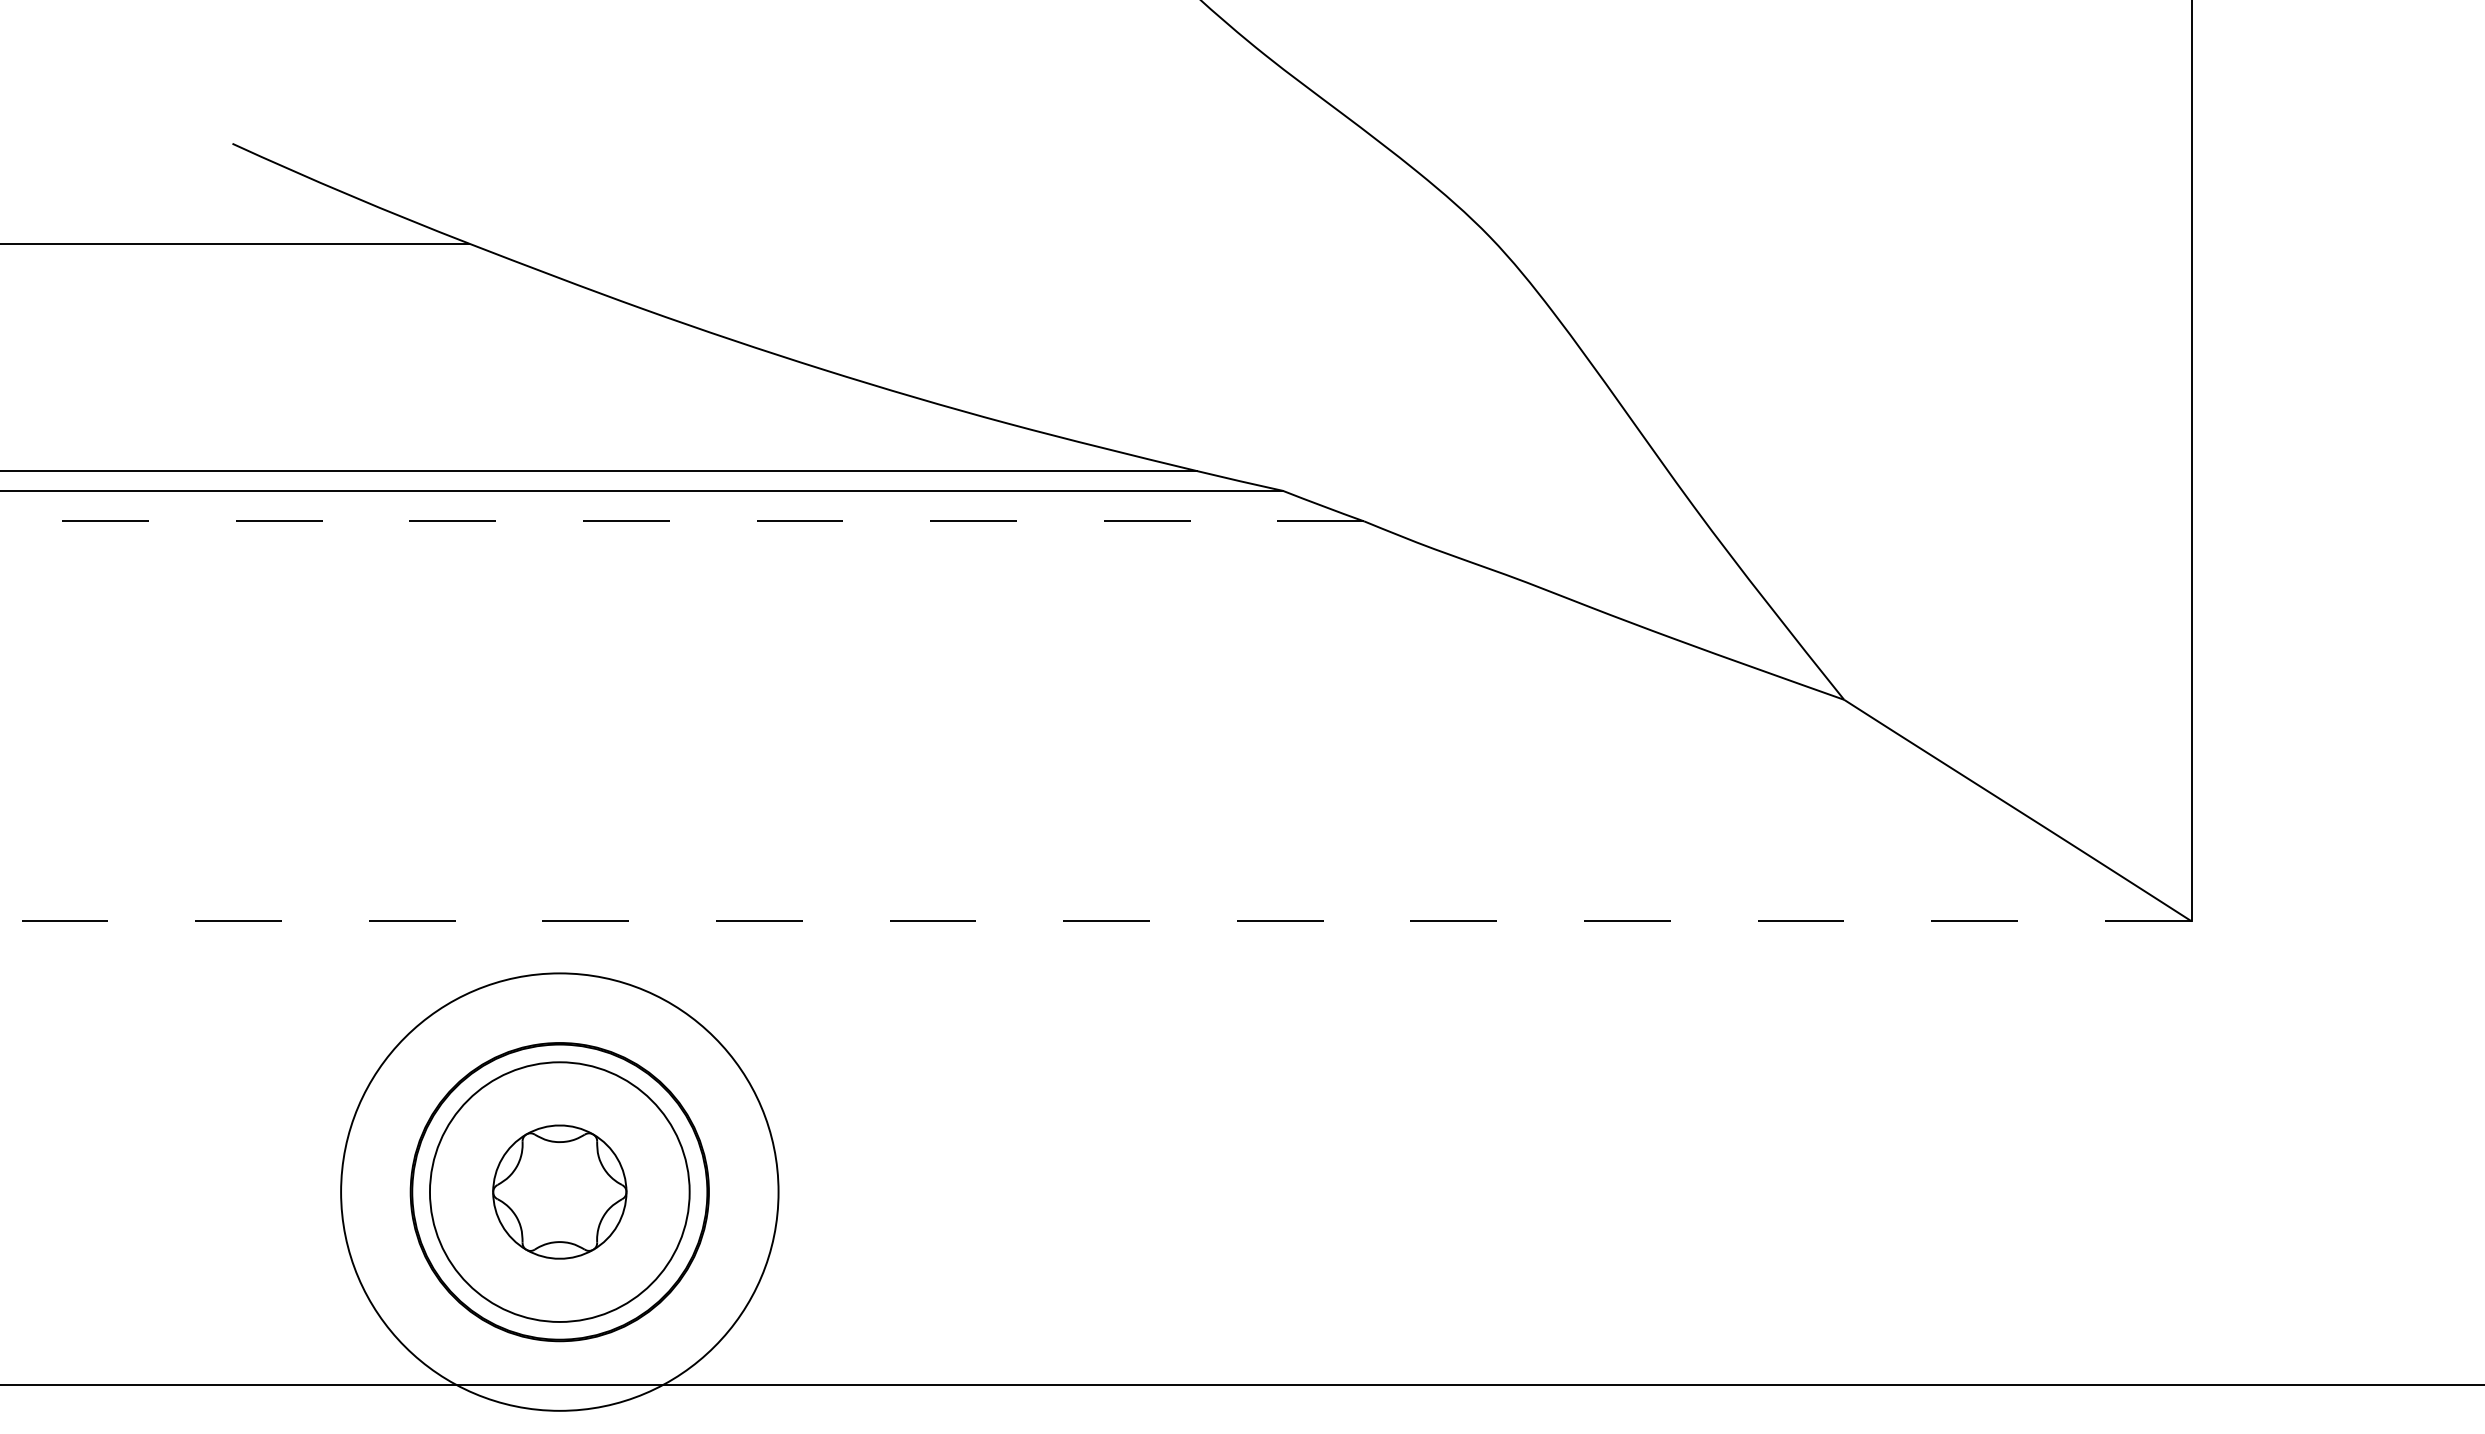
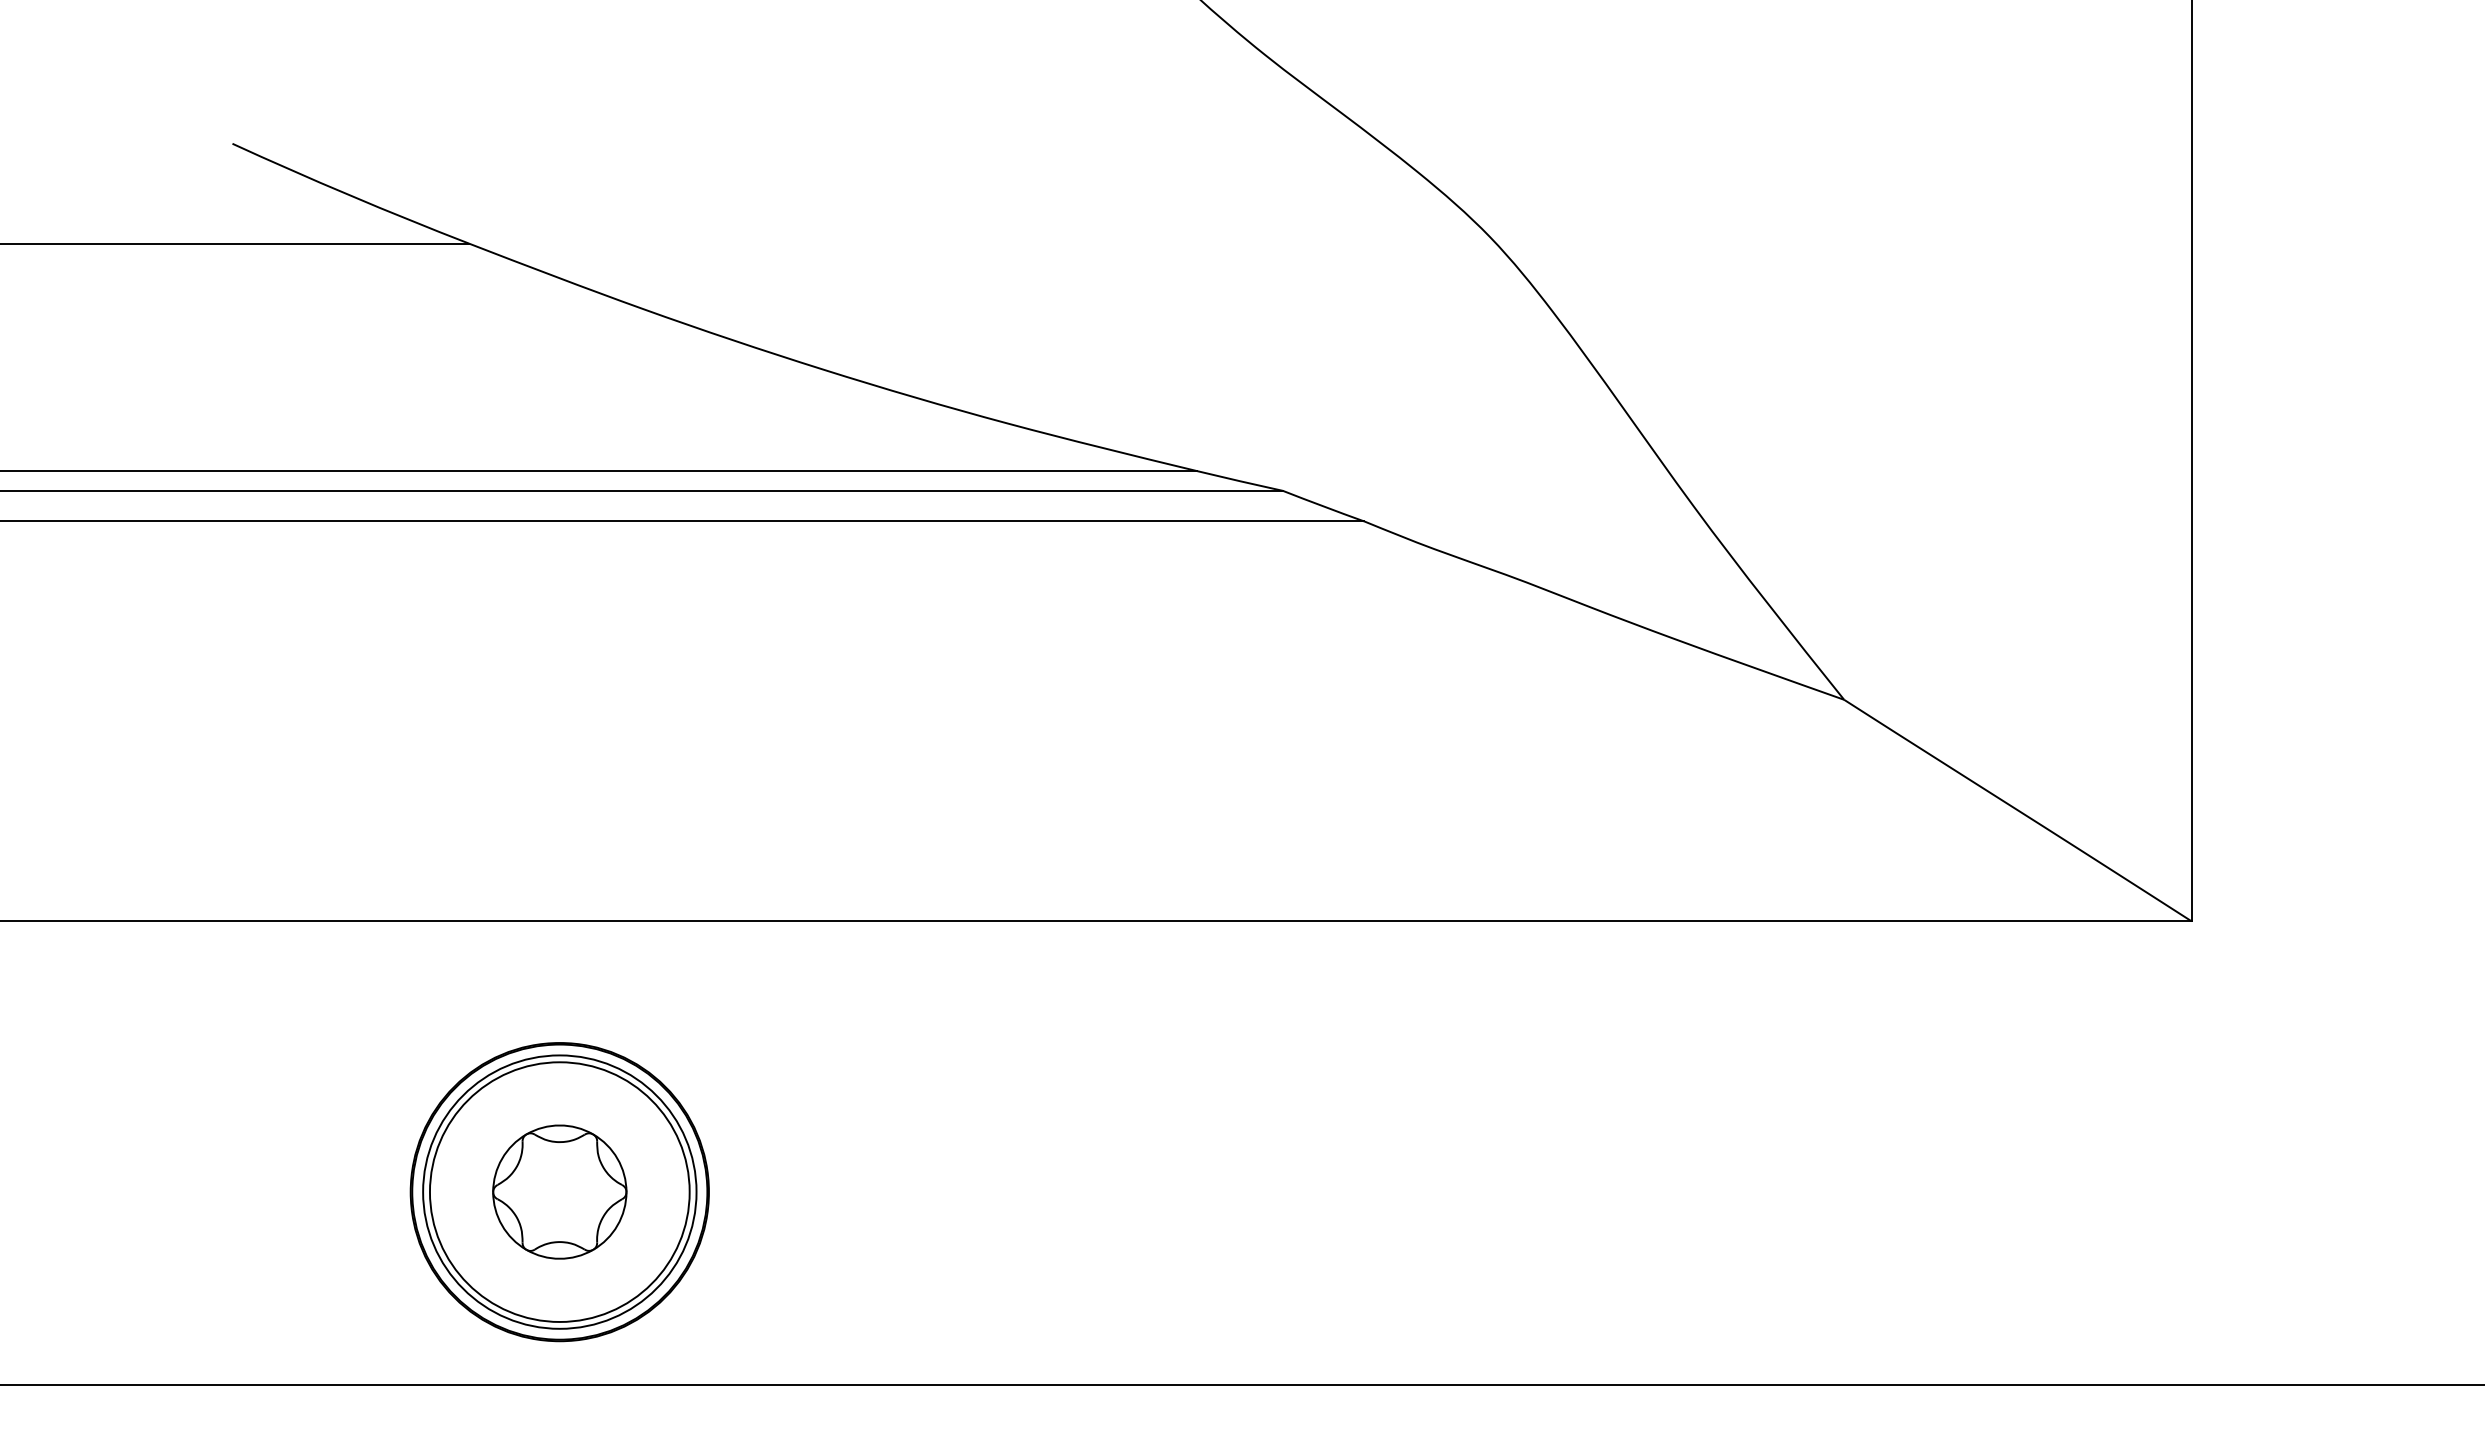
line at (682, 521): dashed -> solid
line at (1095, 921): dashed -> solid
circle at (559, 1191) diameter: 437 px -> 273 px
